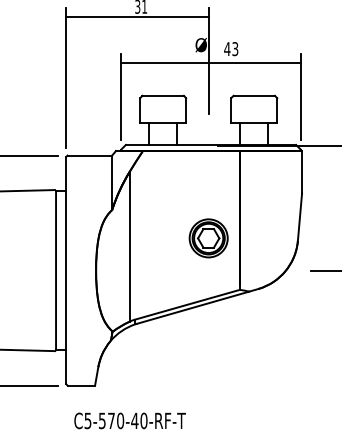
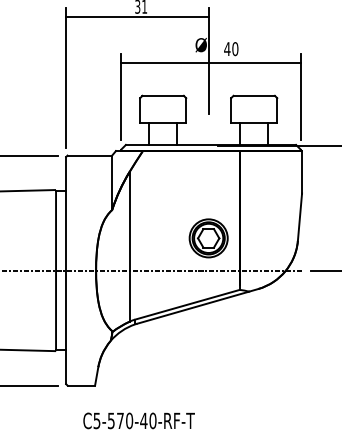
text at (235, 49): 43 -> 40
line at (151, 270): none -> present
text at (129, 420) position: (129, 420) -> (138, 420)
